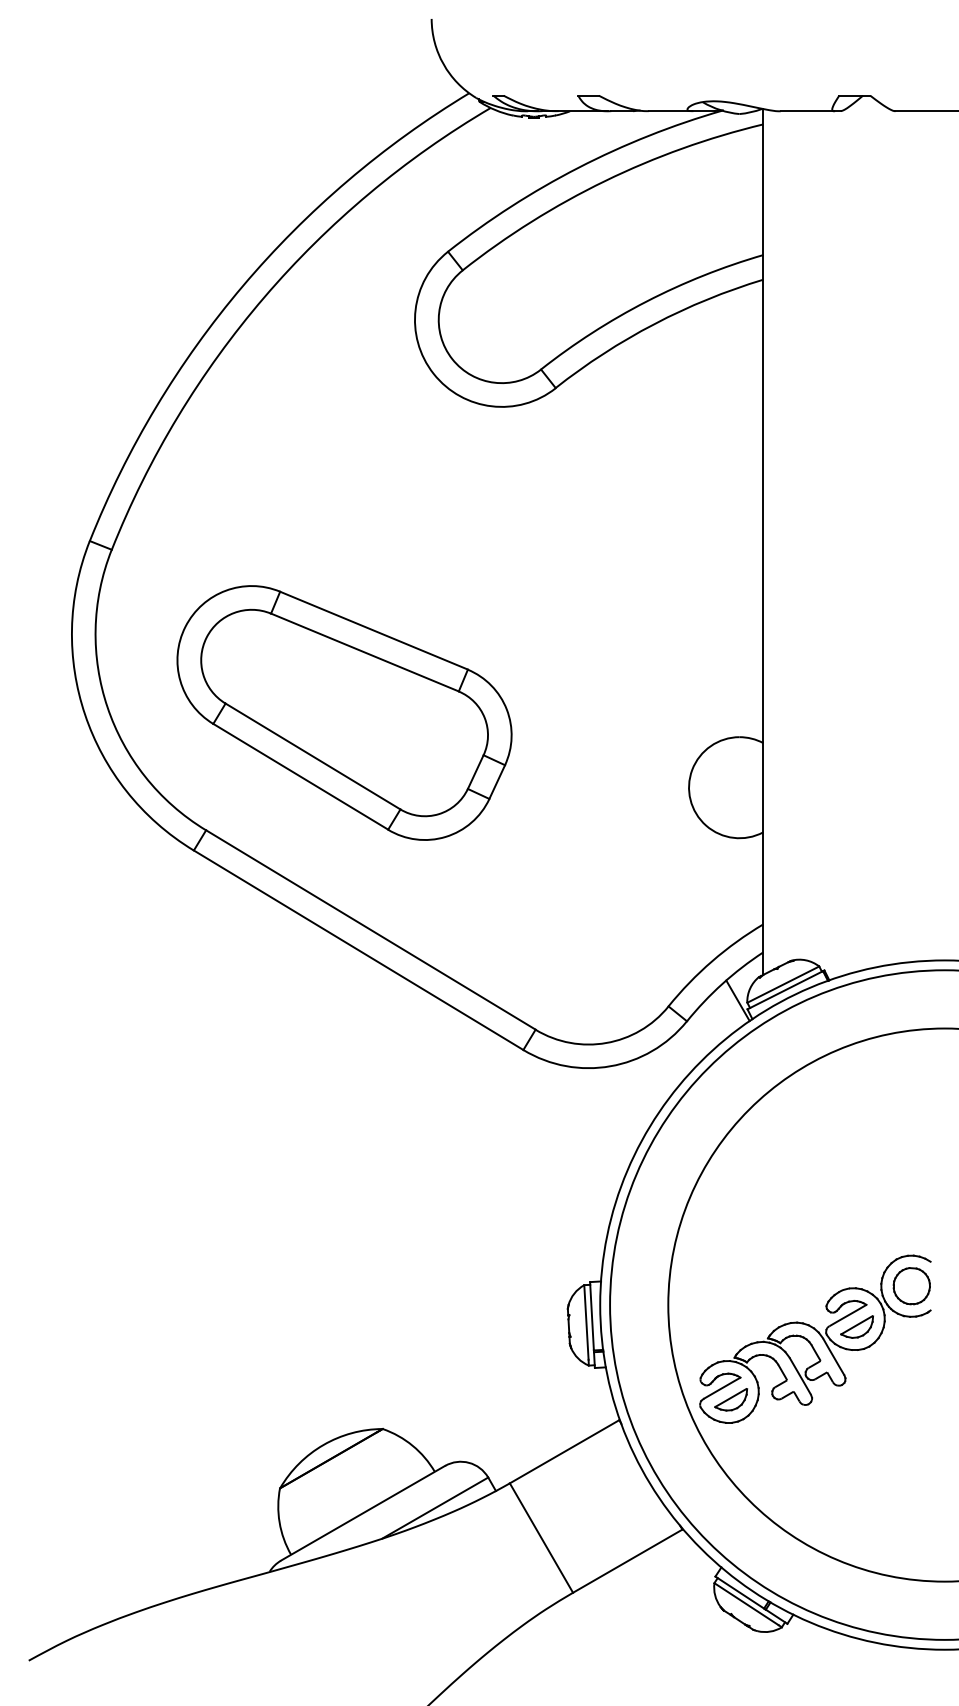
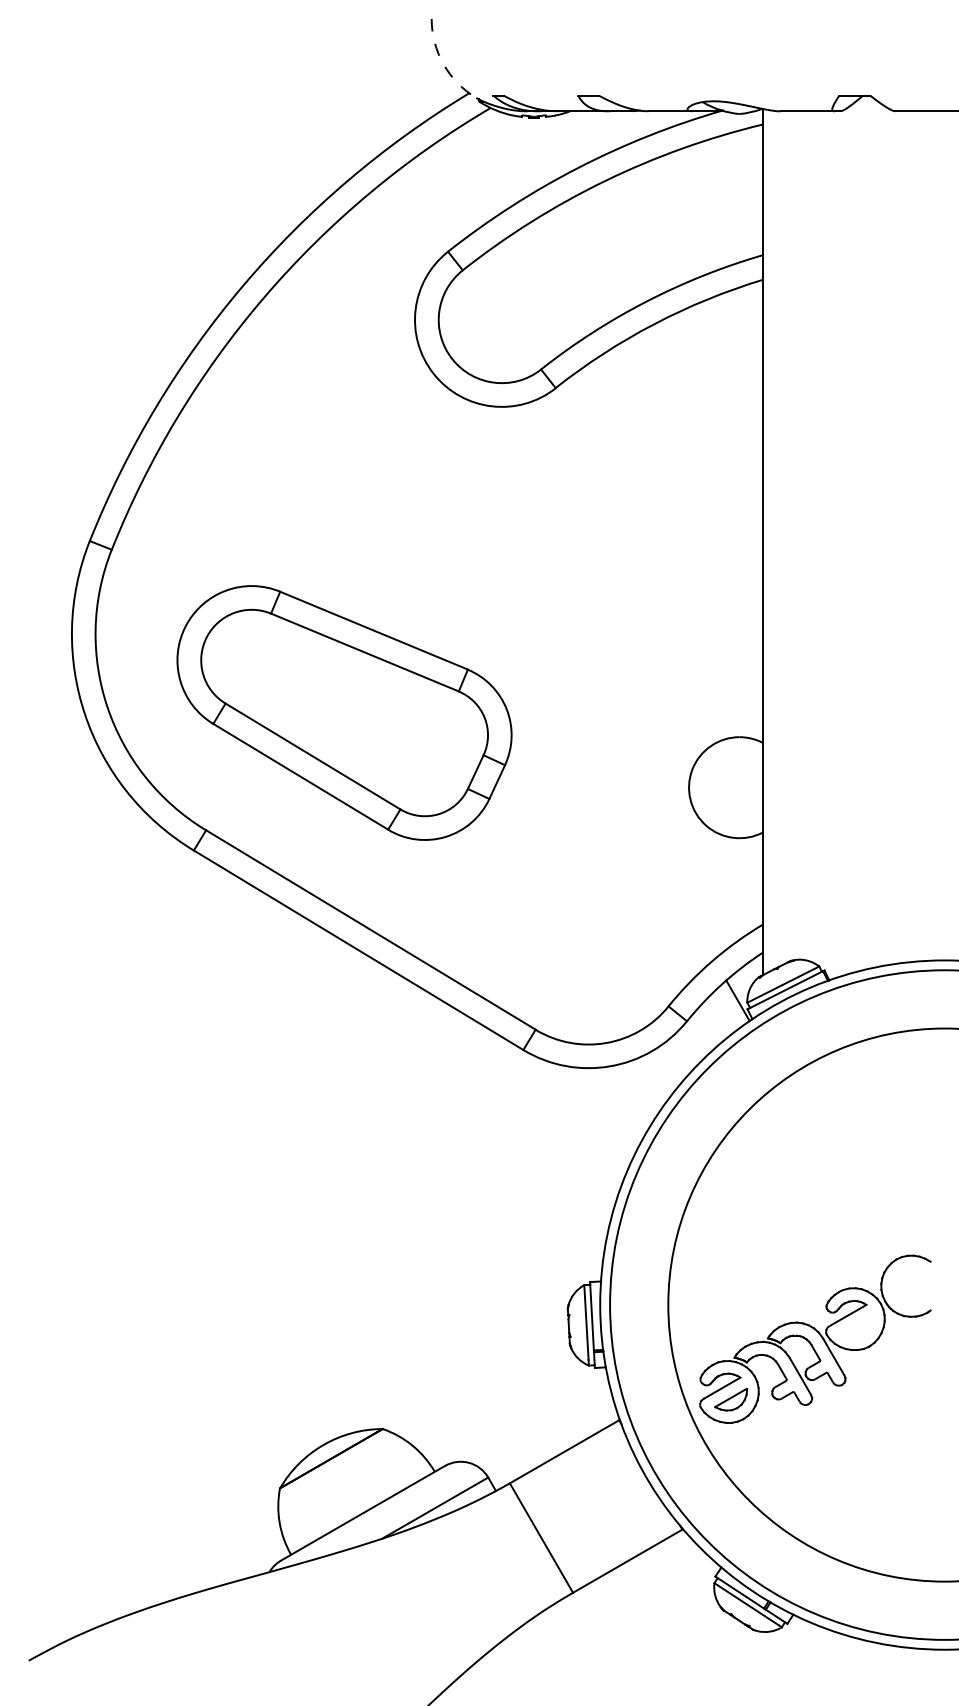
arc at (443, 64): solid -> dashed
part at (911, 1286): present -> none
part at (856, 1326): present -> none
